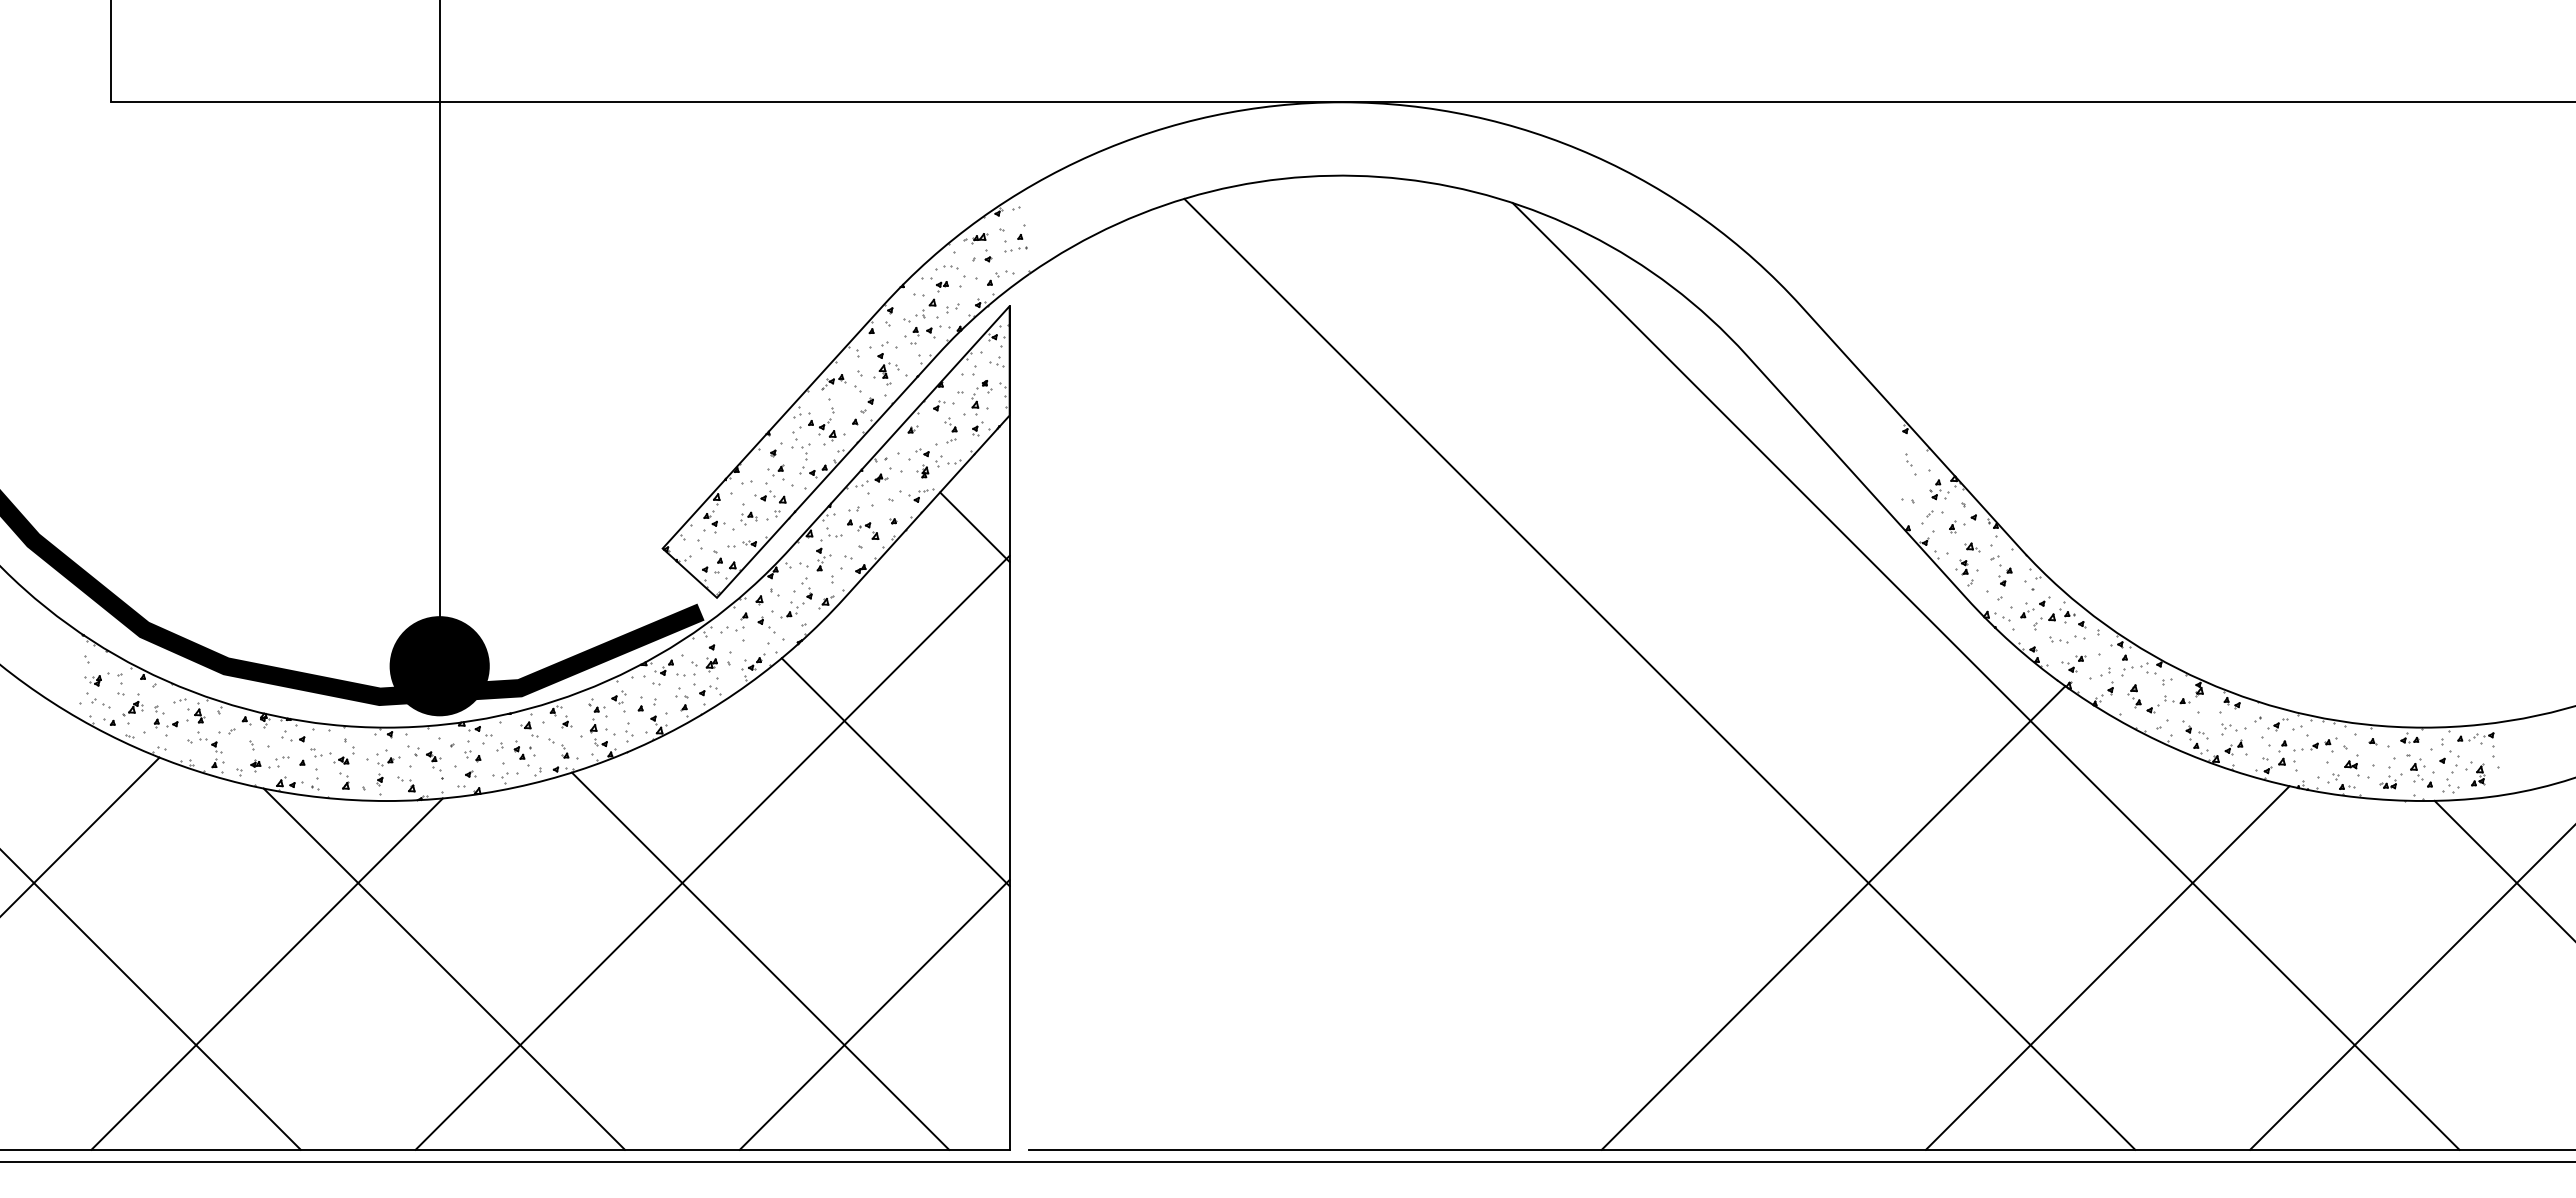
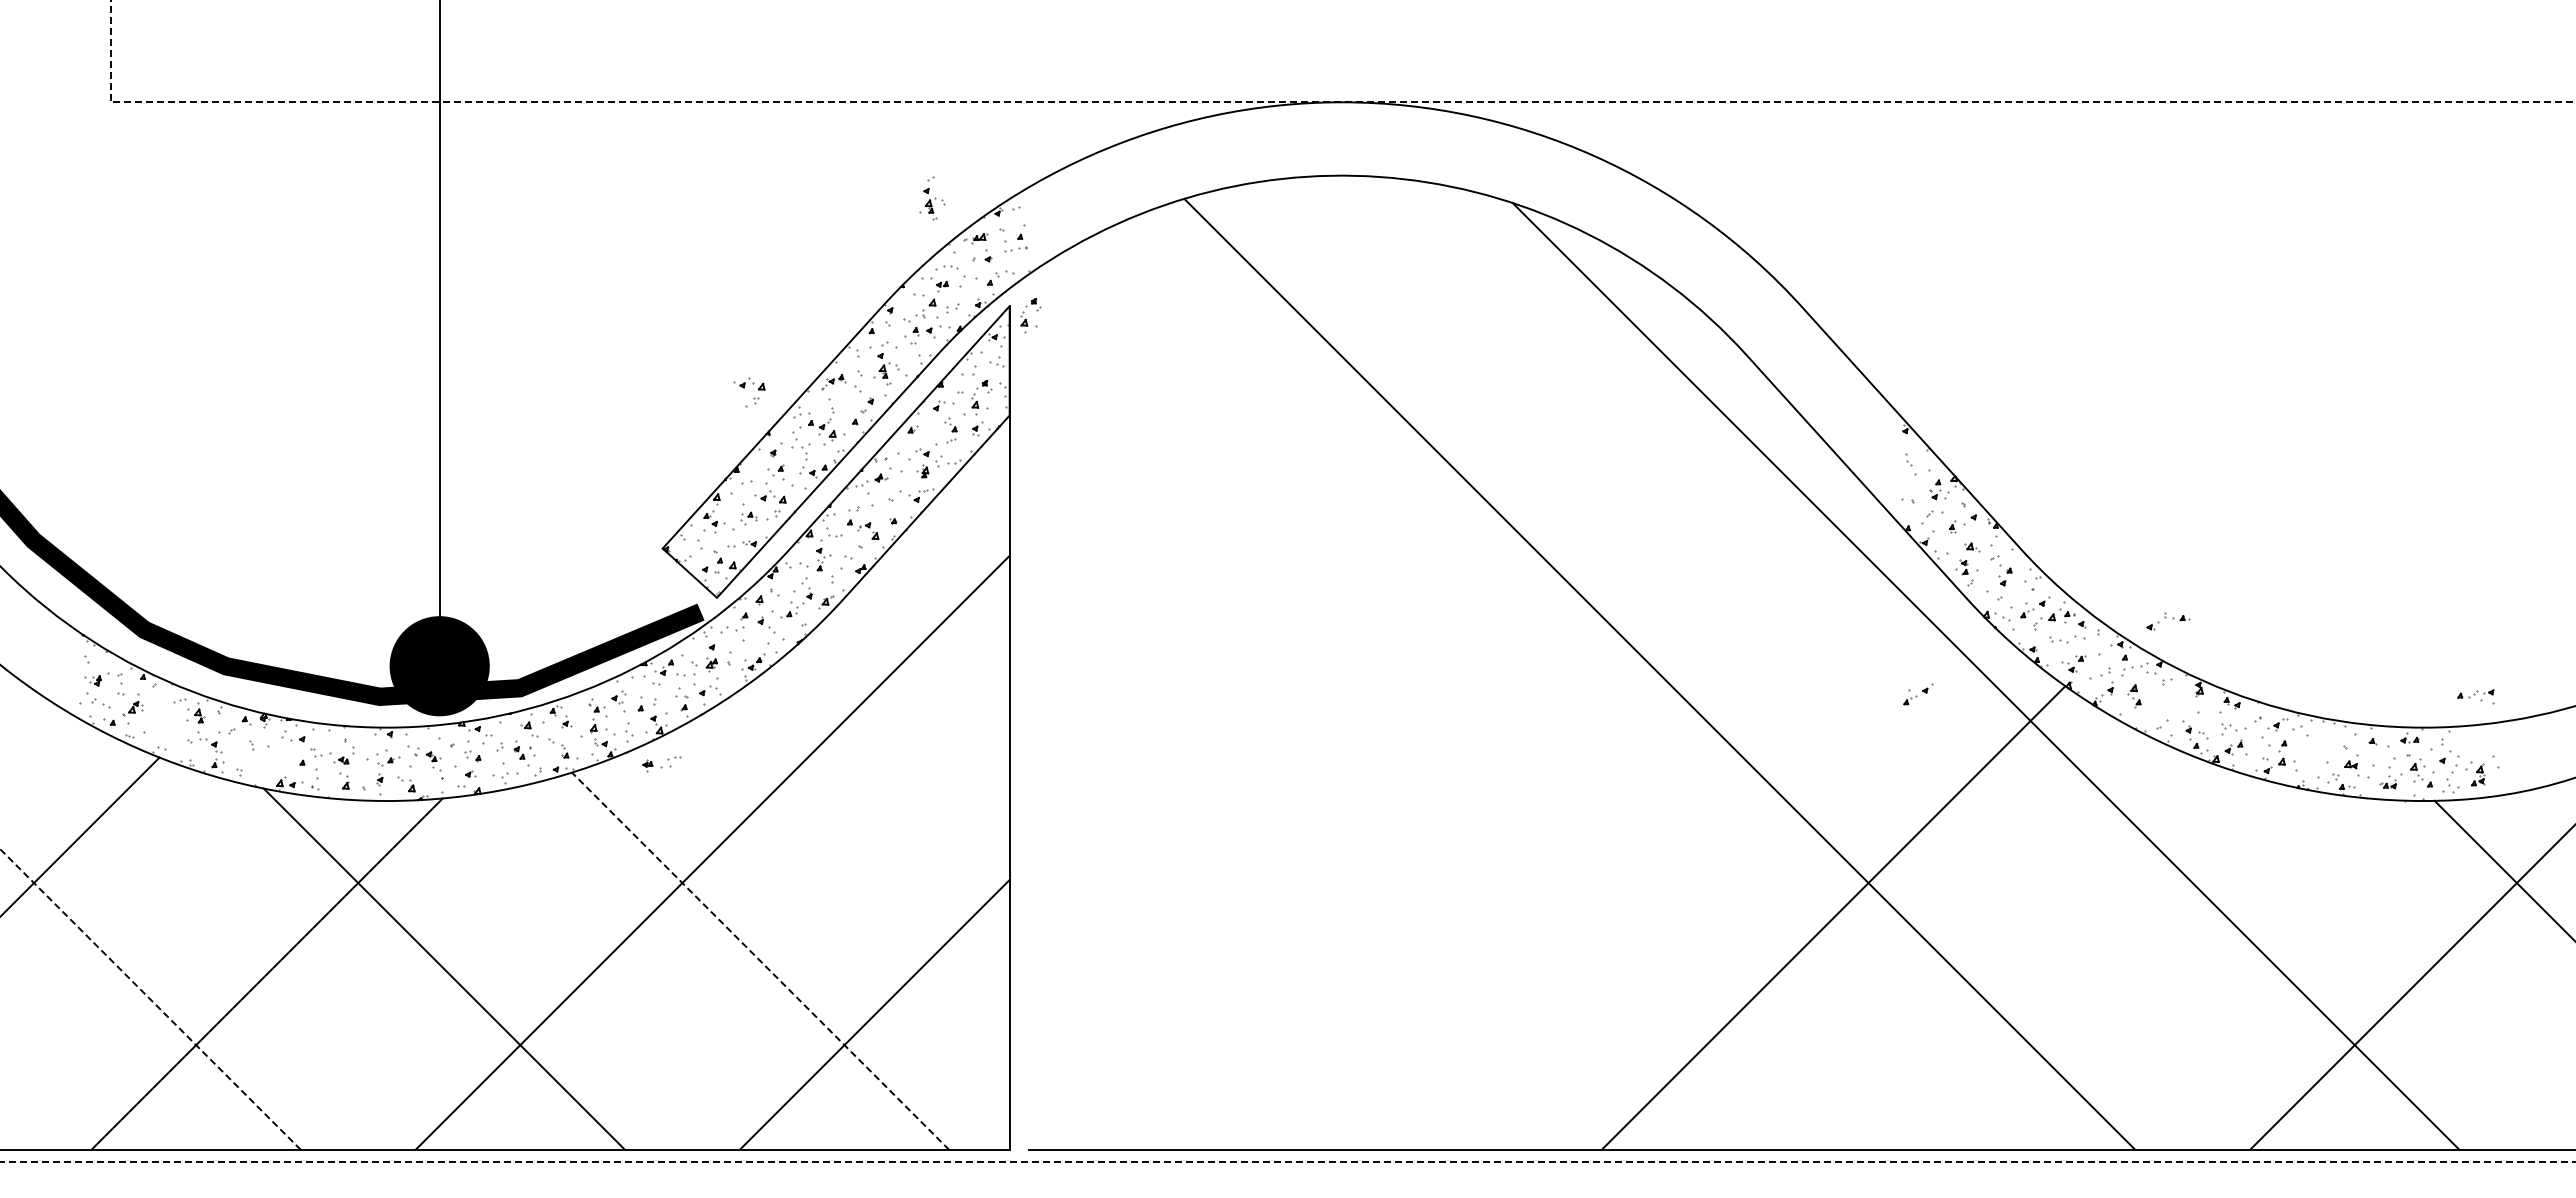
line at (1289, 102): solid -> dashed
part at (932, 198): none -> present
part at (1030, 315): none -> present
part at (744, 388): none -> present
line at (974, 527): present -> none
part at (1918, 694): none -> present
part at (2168, 704) position: (2168, 704) -> (2168, 621)
part at (165, 720): present -> none
part at (2475, 739) position: (2475, 739) -> (2475, 696)
part at (2315, 744): present -> none
part at (269, 764) position: (269, 764) -> (661, 764)
line at (895, 772): present -> none
line at (760, 961): solid -> dashed
line at (2107, 967): present -> none
line at (150, 999): solid -> dashed
line at (1288, 1162): solid -> dashed
